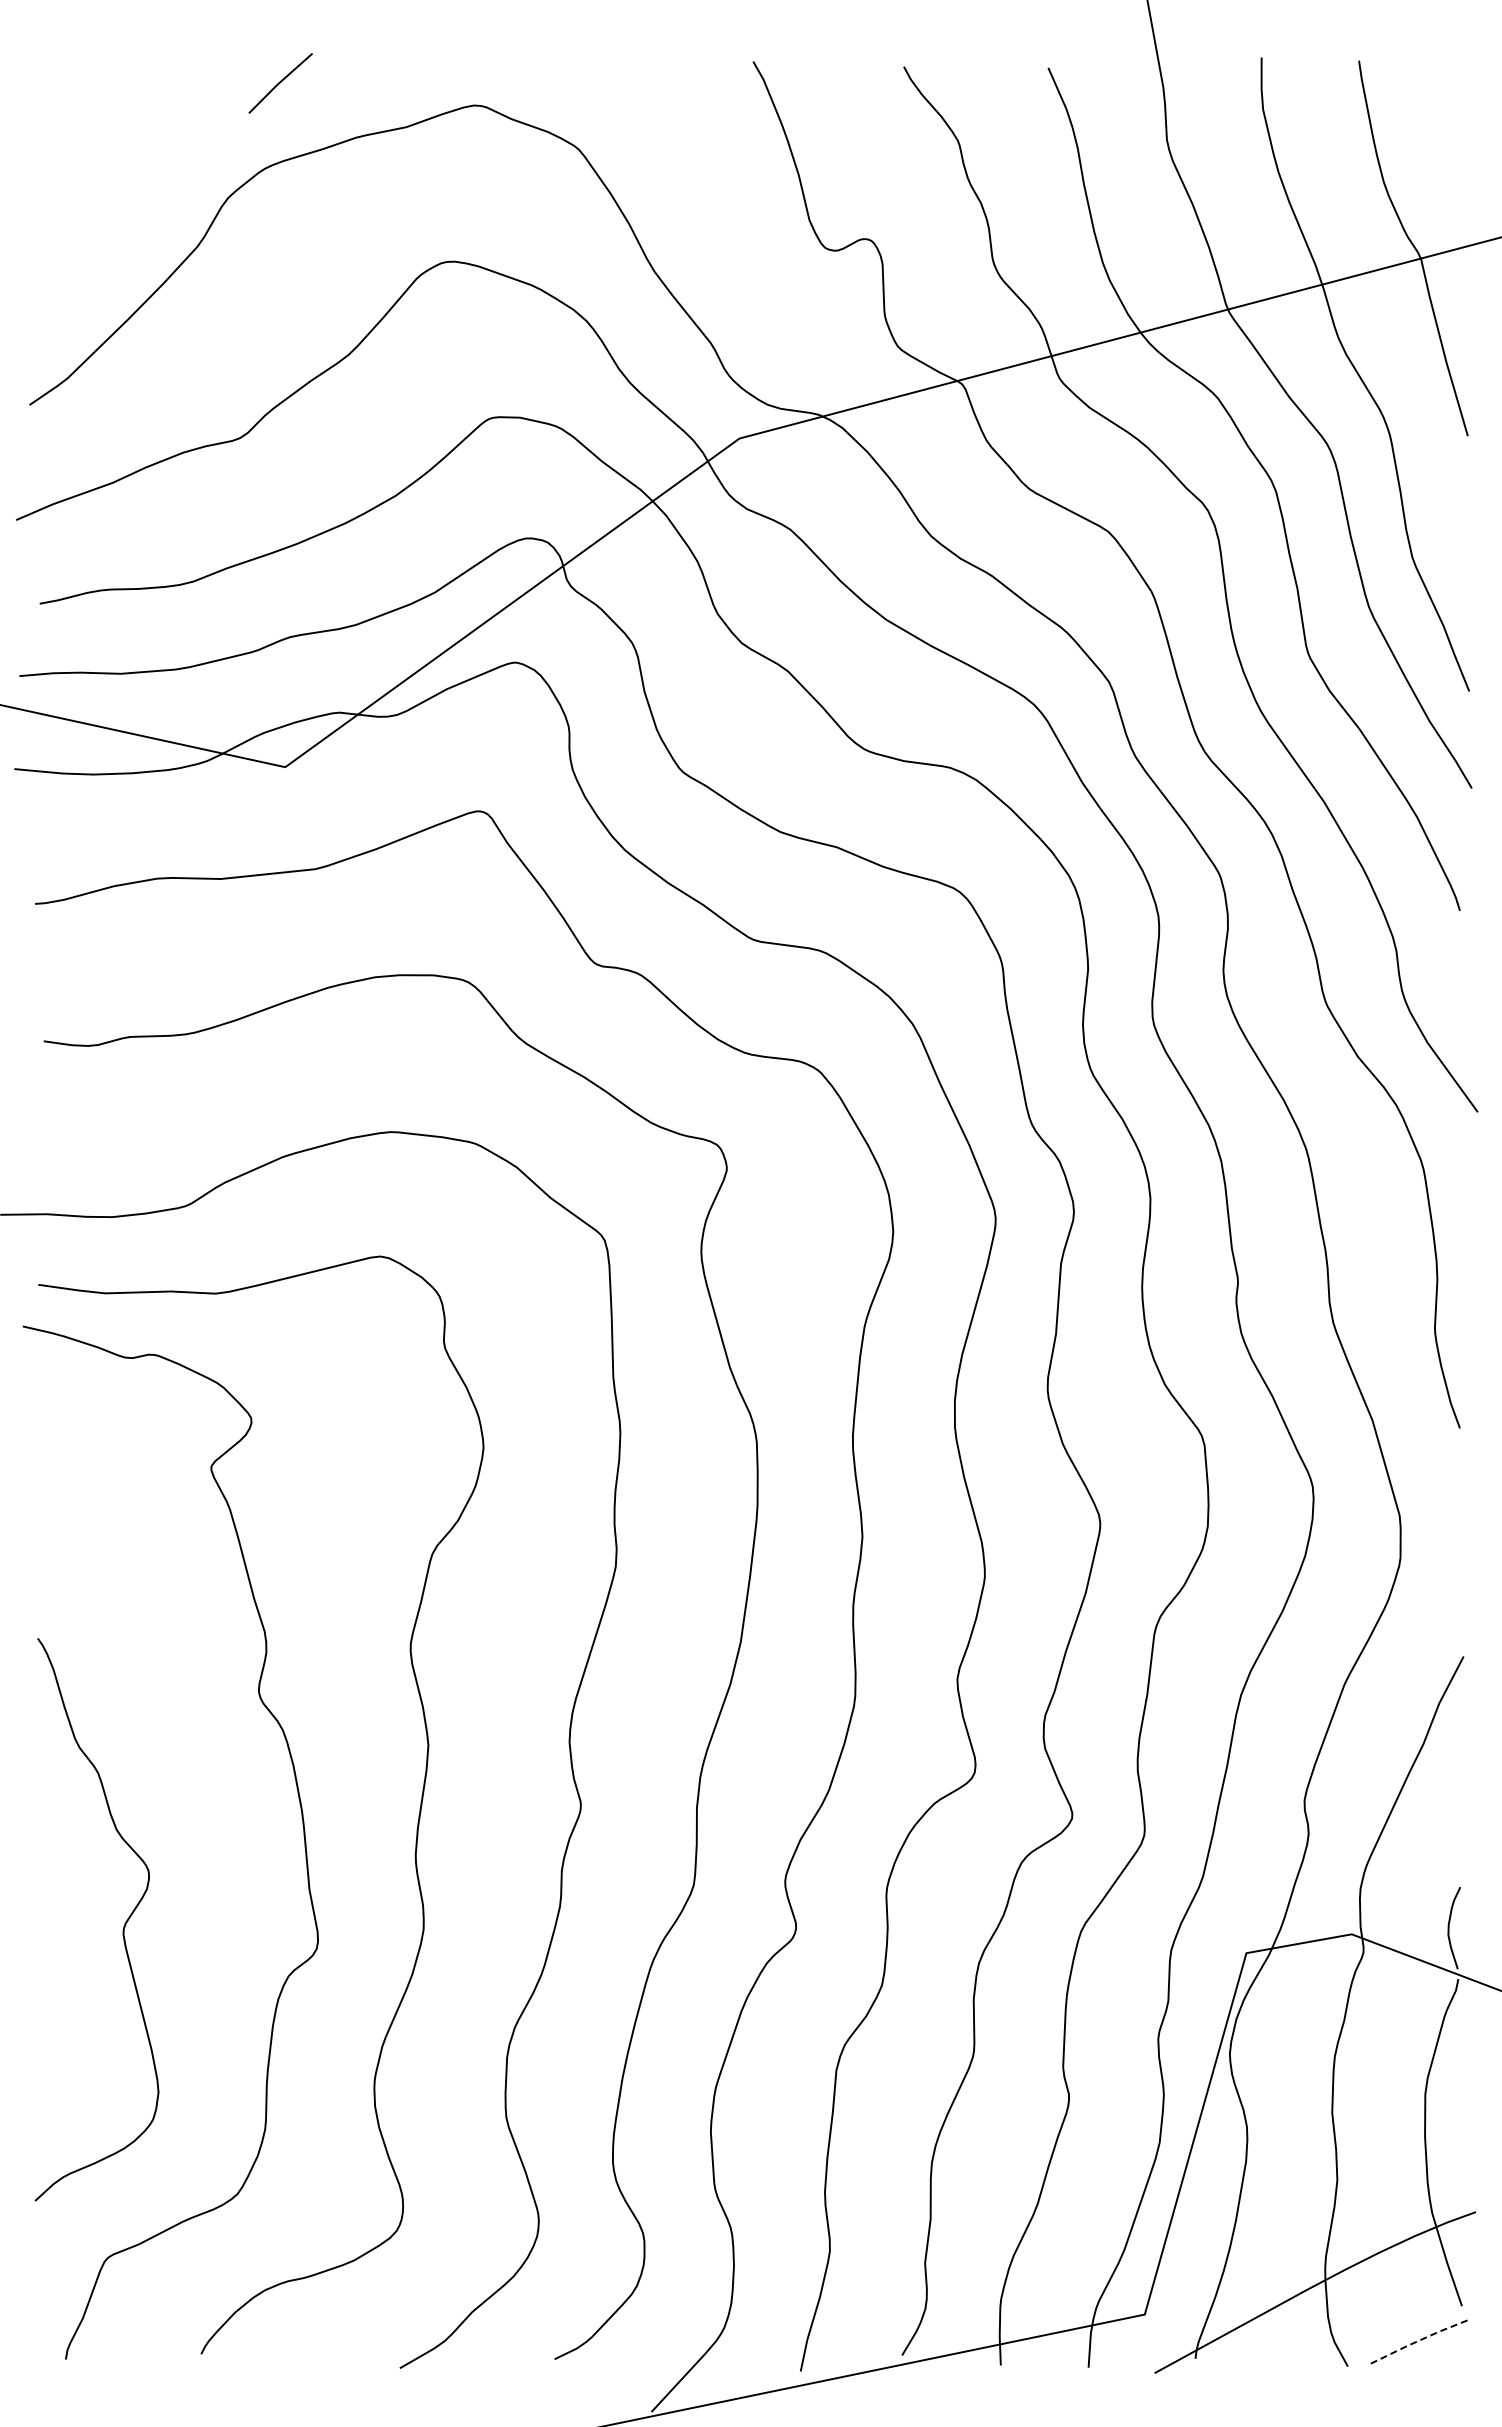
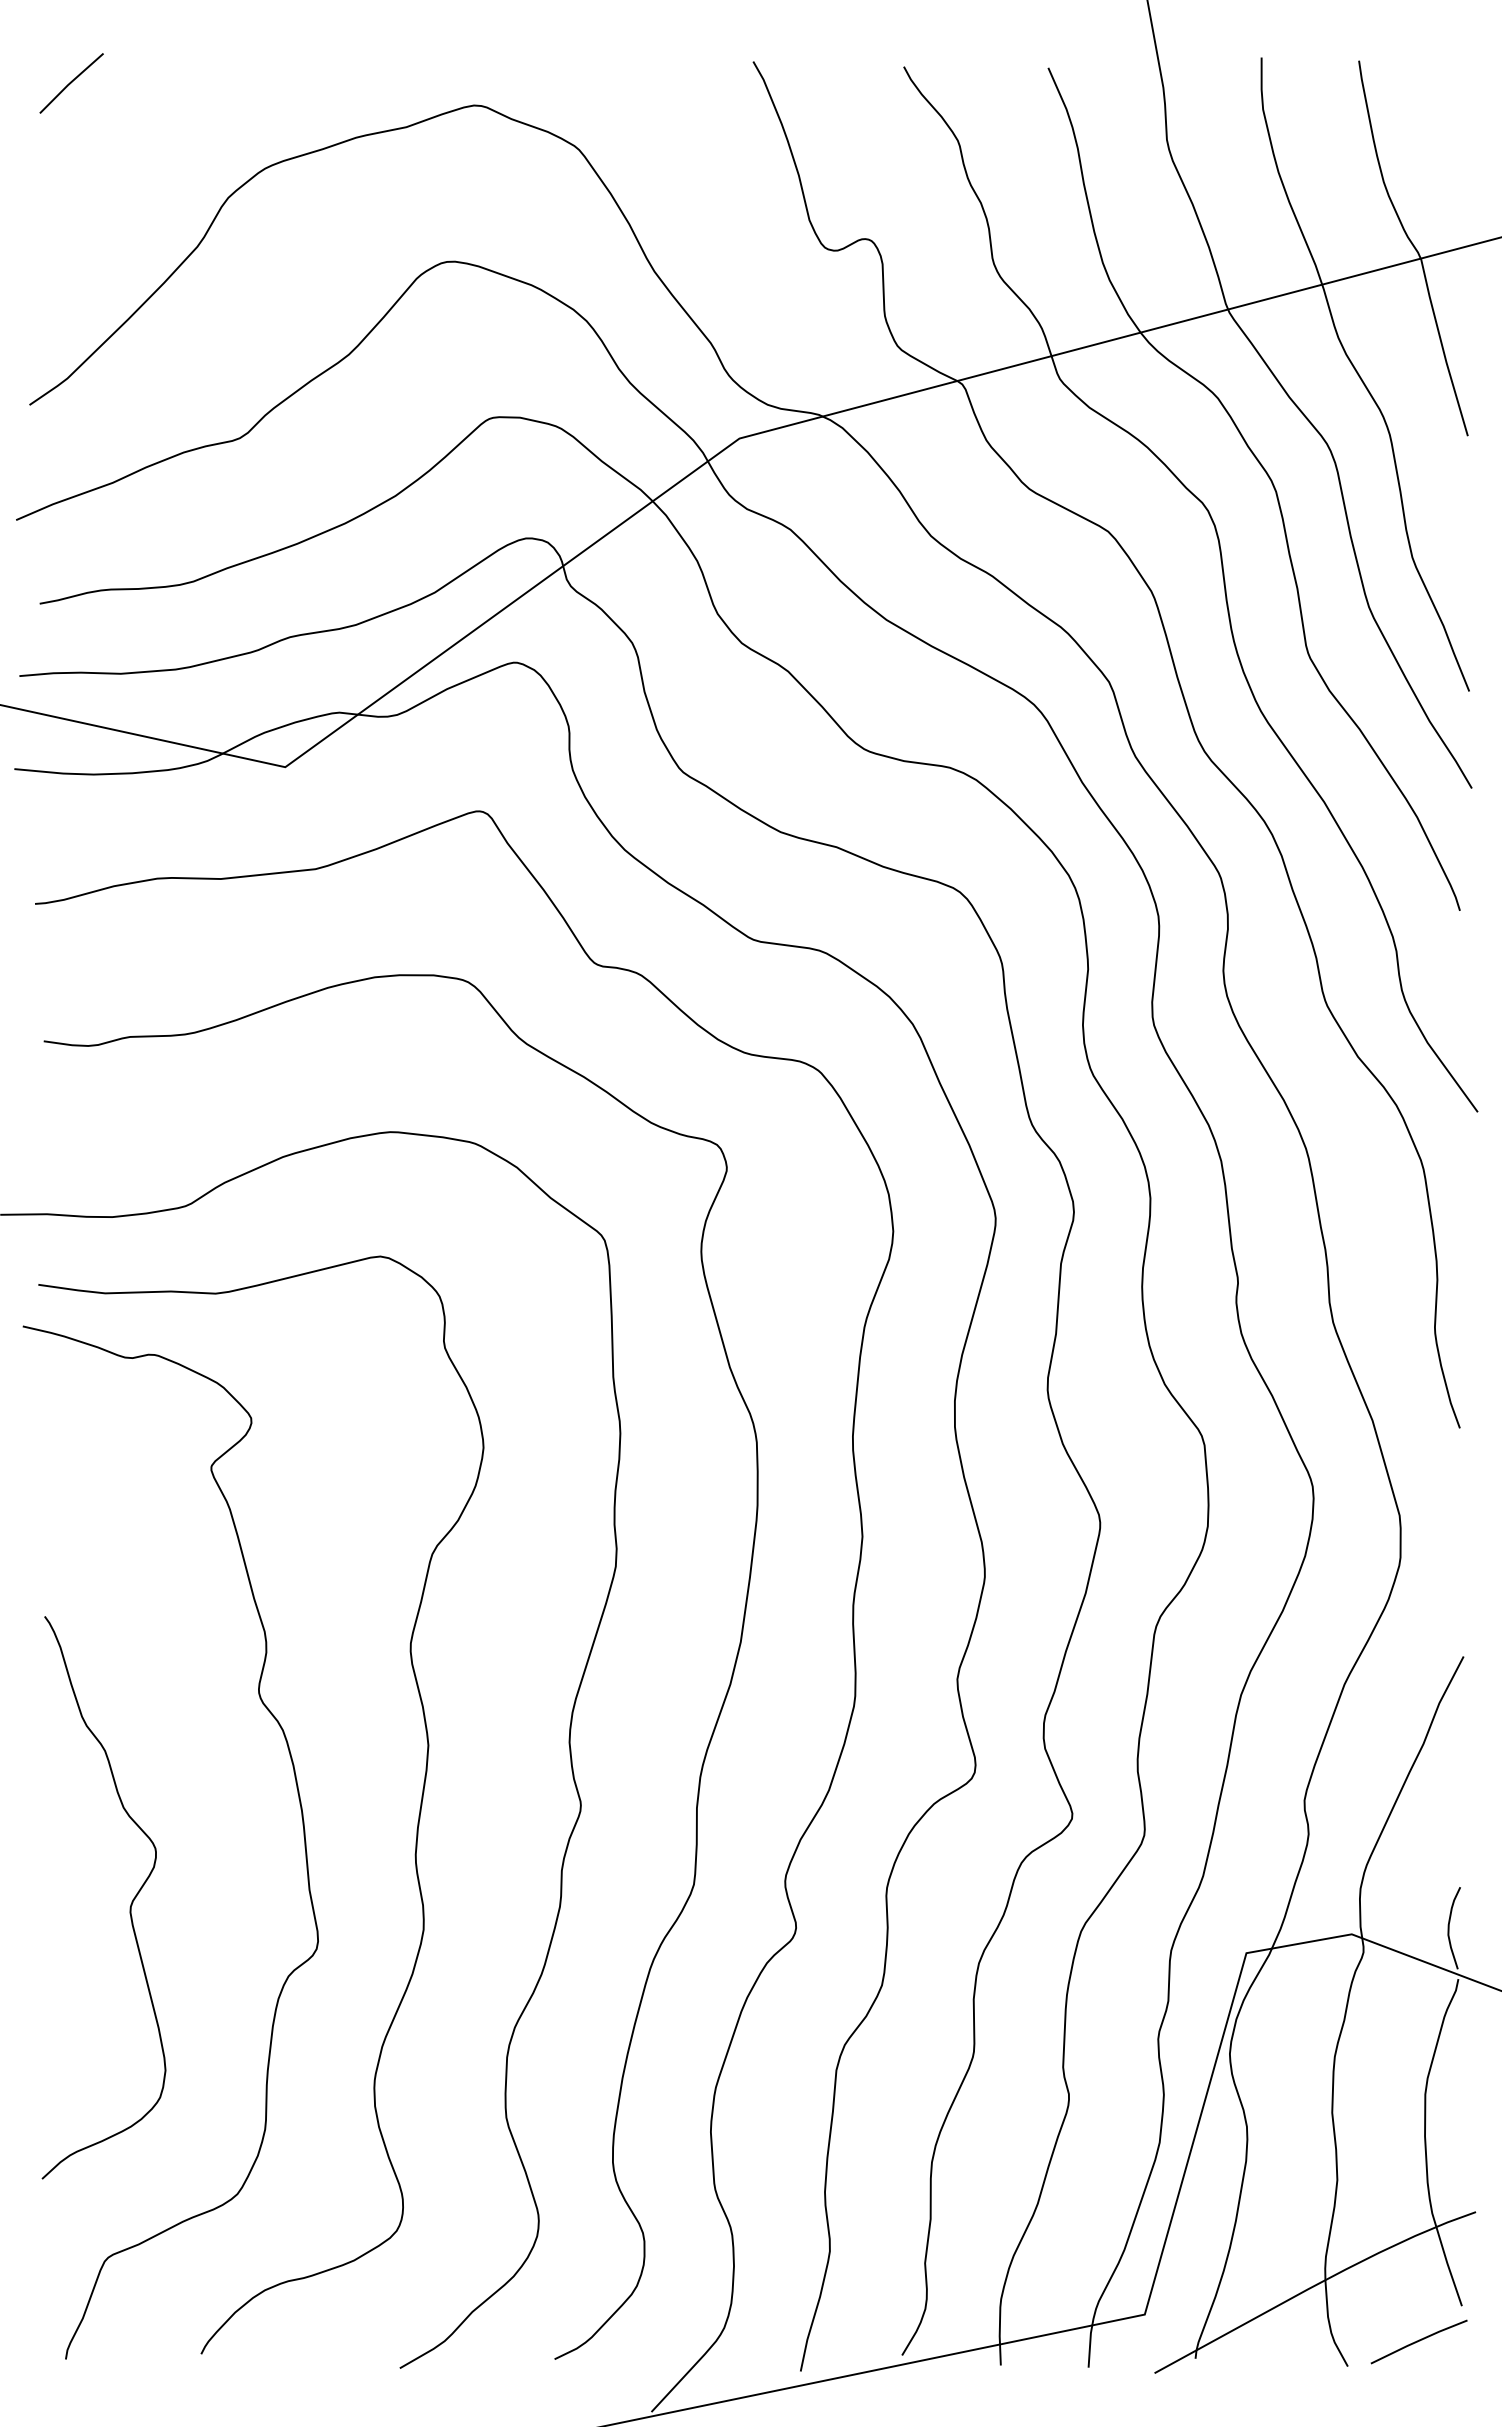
line at (280, 83) position: (280, 83) -> (71, 83)
curve at (122, 1929) position: (122, 1929) -> (129, 1907)
line at (1418, 2340): dashed -> solid
